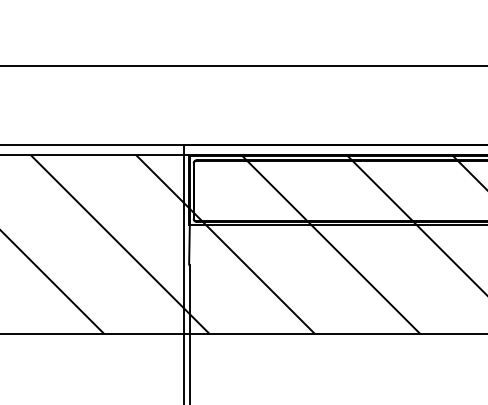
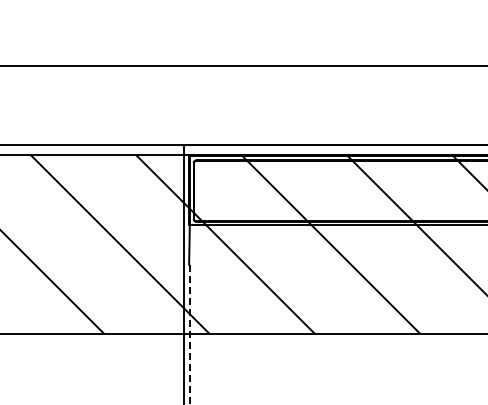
line at (189, 334): solid -> dashed
